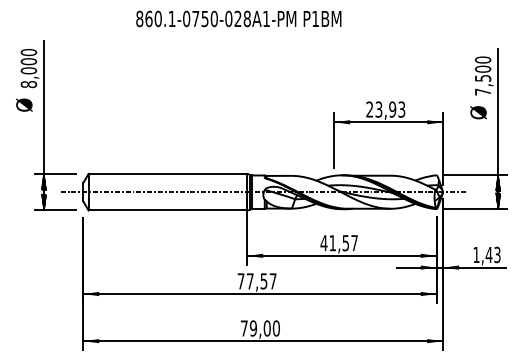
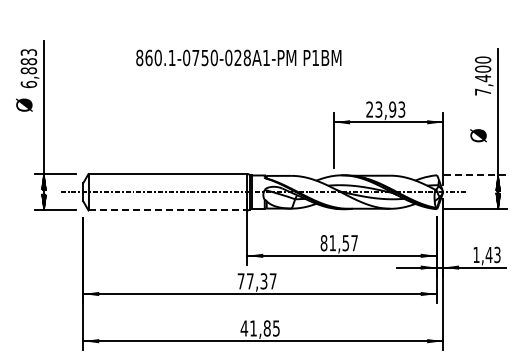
text at (238, 18) position: (238, 18) -> (238, 57)
text at (28, 68): 8,000 -> 6,883
text at (483, 78): 7,500 -> 7,400
text at (478, 112) position: (478, 112) -> (478, 135)
line at (475, 175): solid -> dashed
line at (168, 210): solid -> dashed
text at (323, 243): 41,57 -> 81,57
text at (263, 280): 77,57 -> 77,37
text at (259, 328): 79,00 -> 41,85
